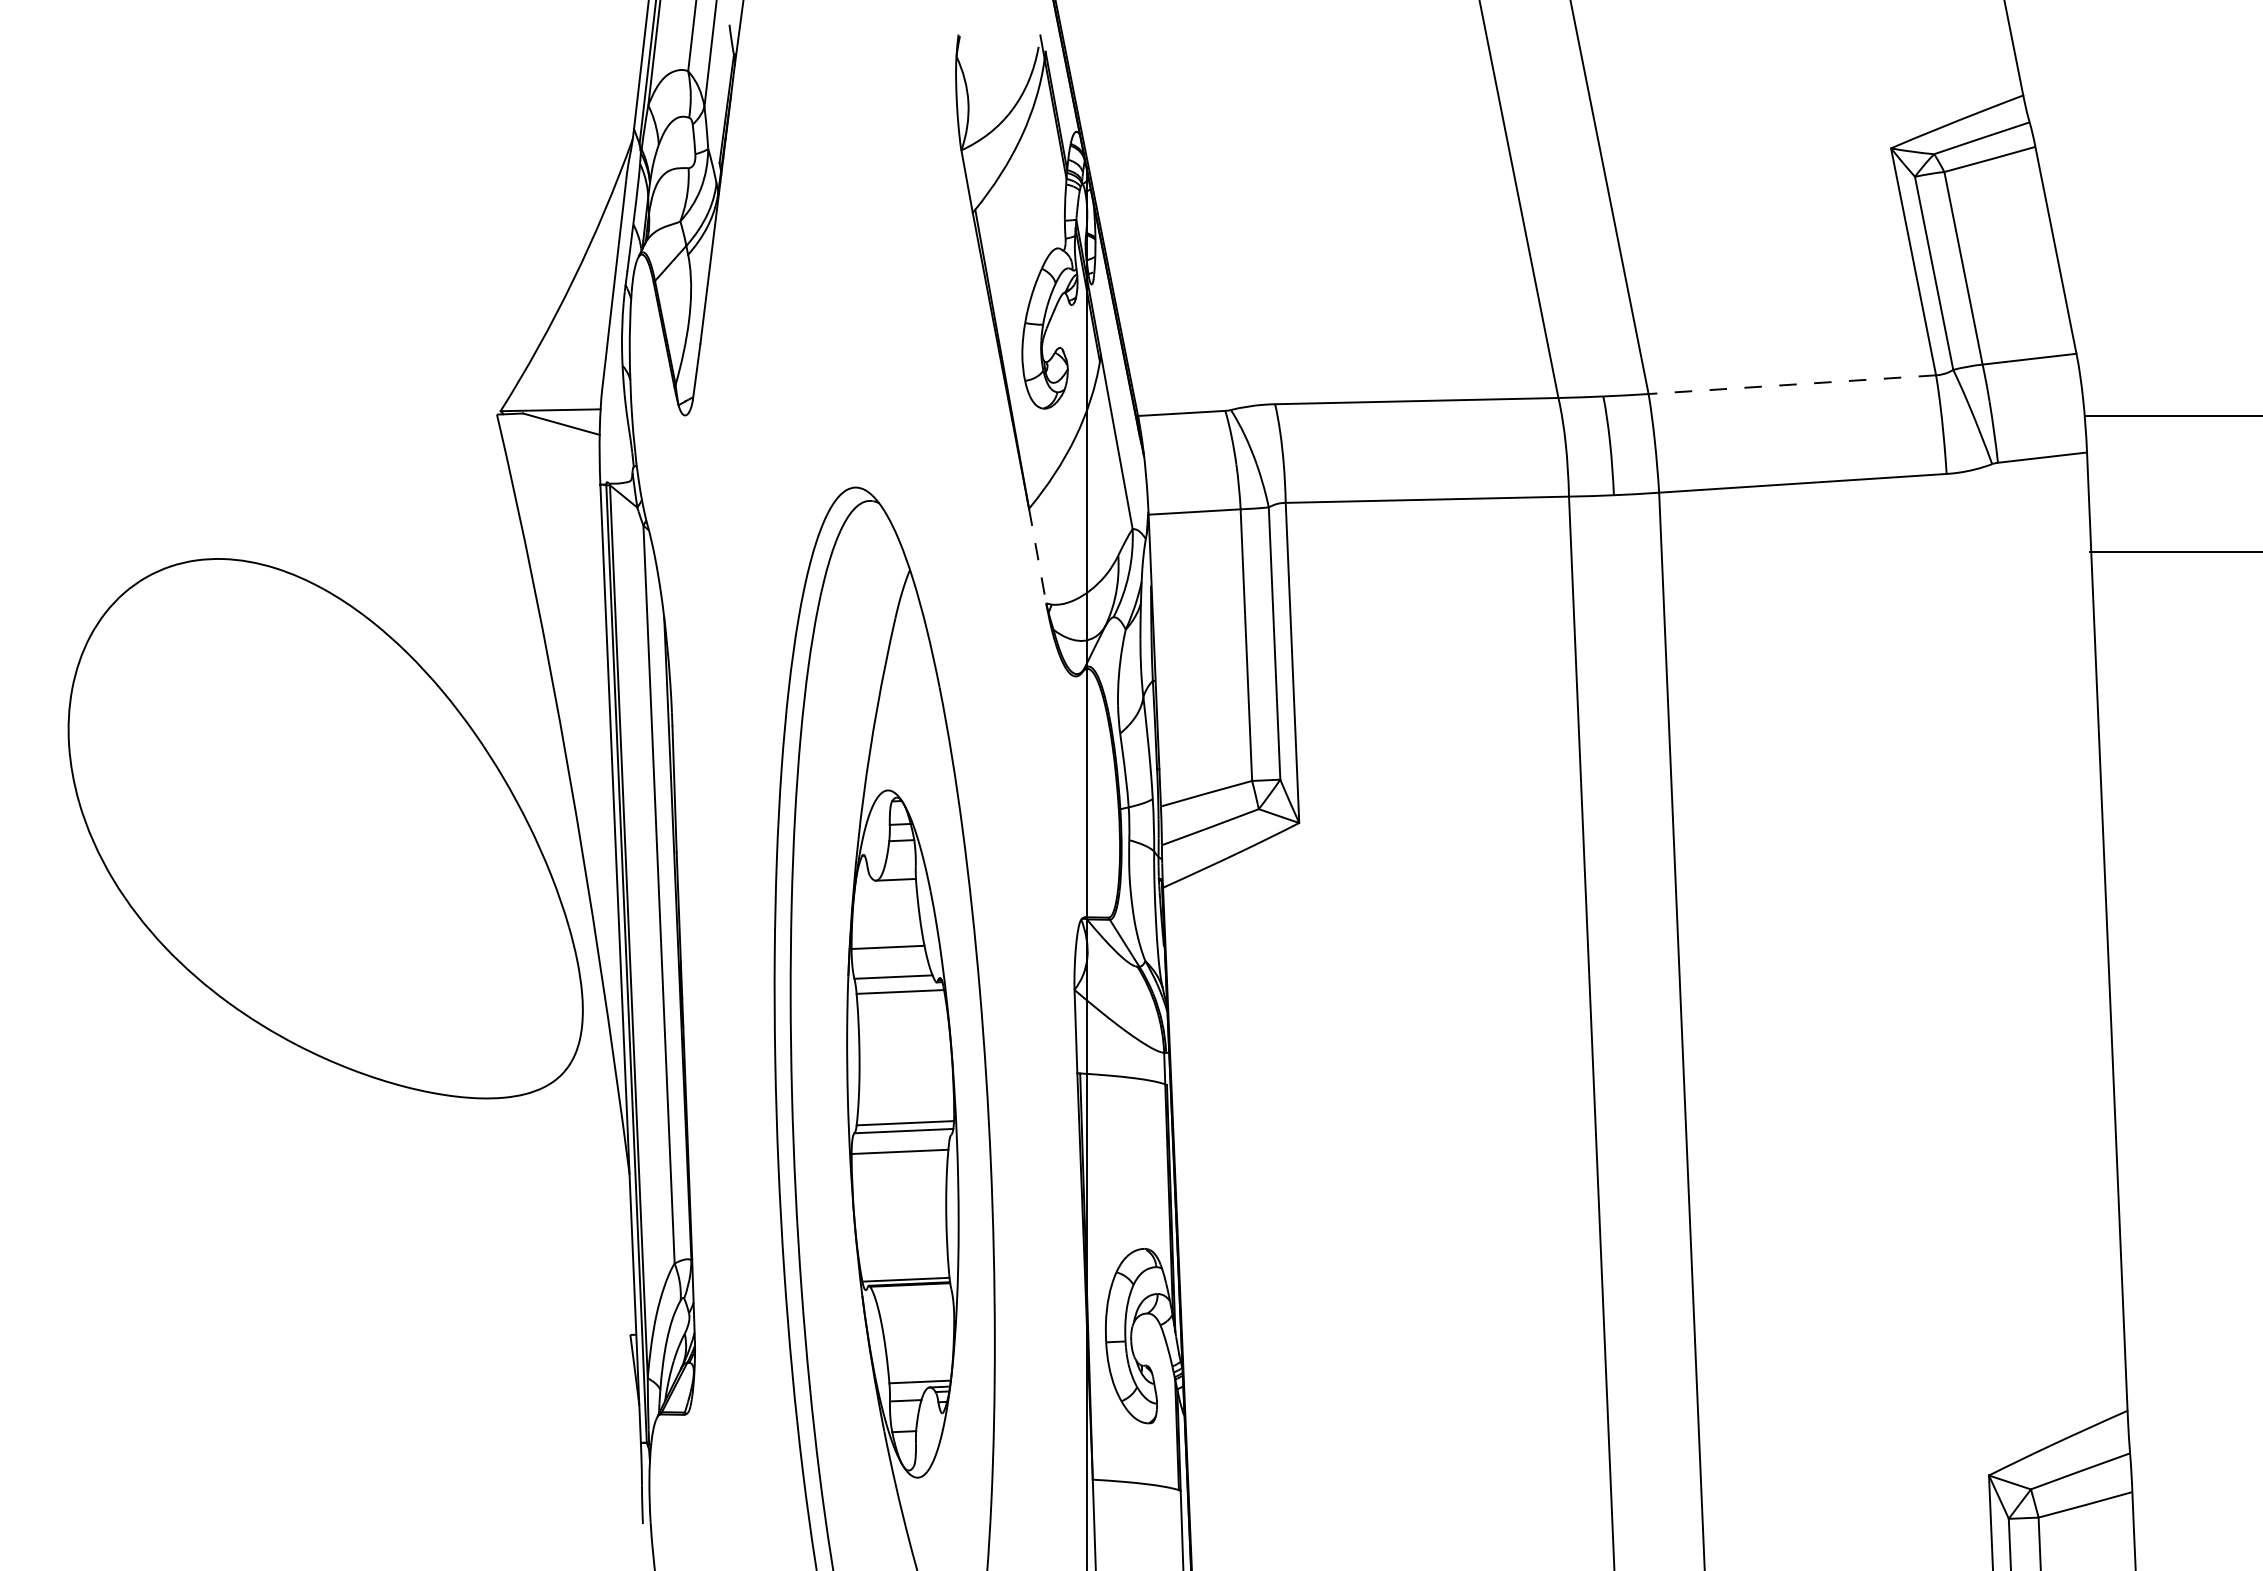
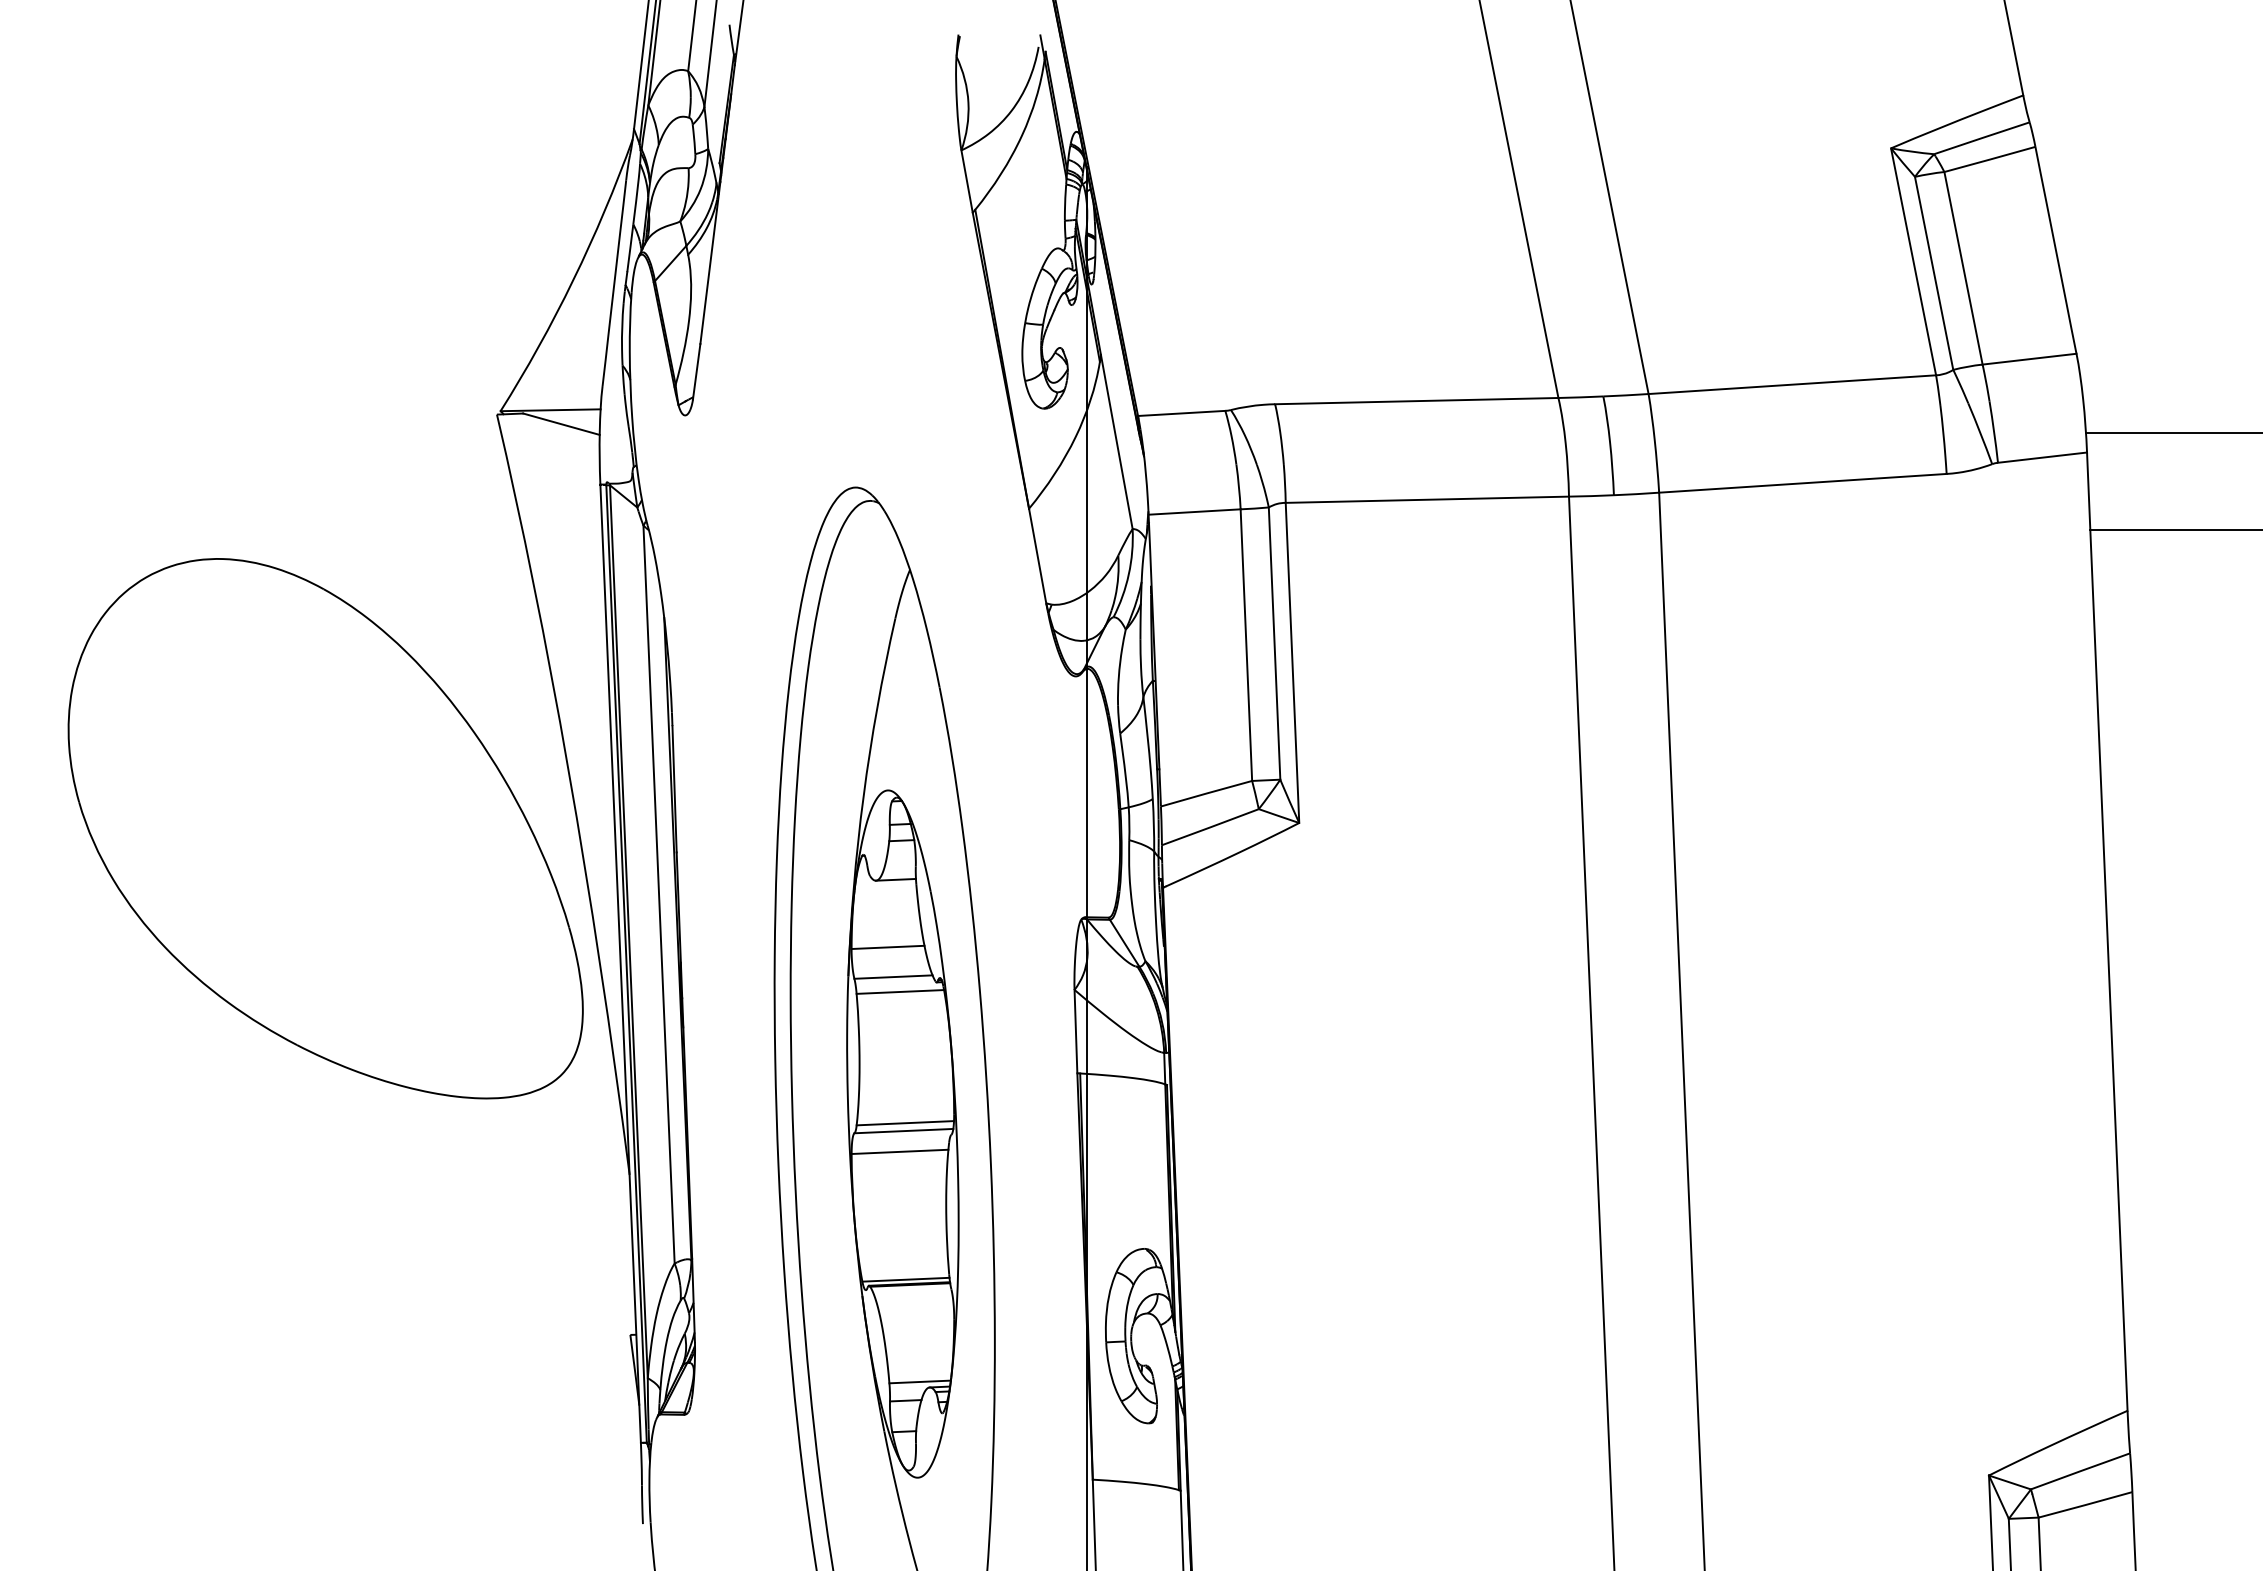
line at (1791, 384): dashed -> solid
line at (2172, 416) position: (2172, 416) -> (2172, 433)
line at (2174, 552) position: (2174, 552) -> (2174, 530)
line at (1037, 556): dashed -> solid
